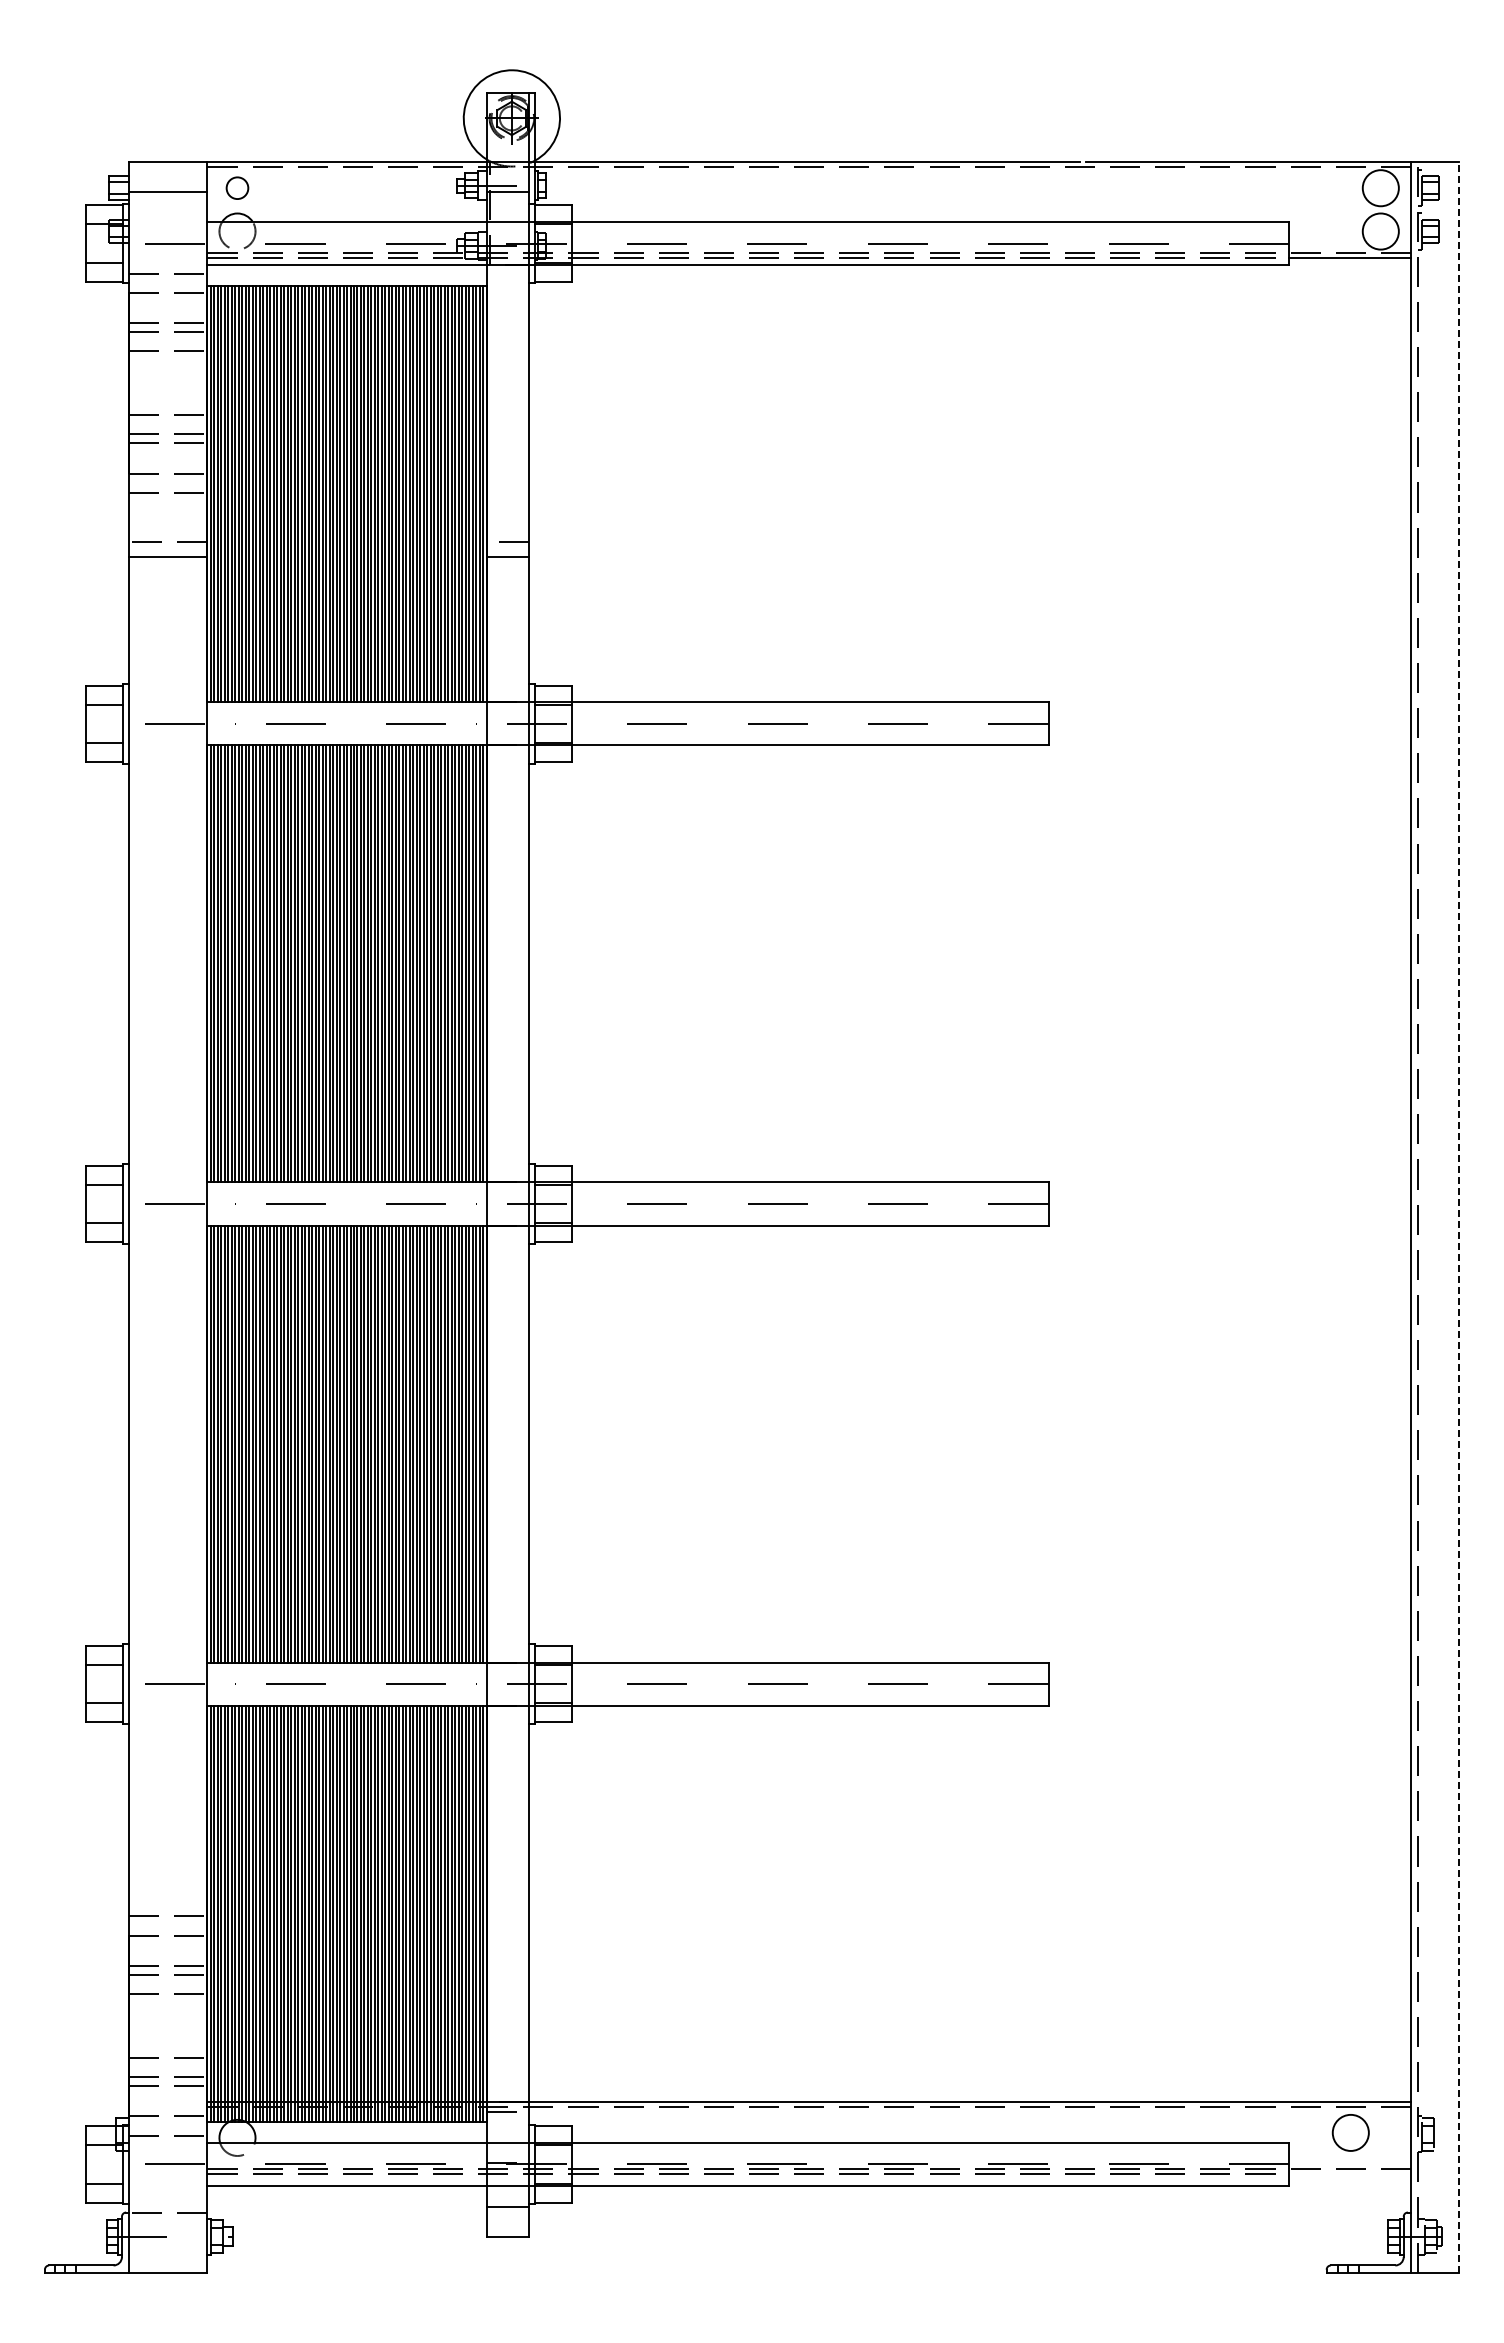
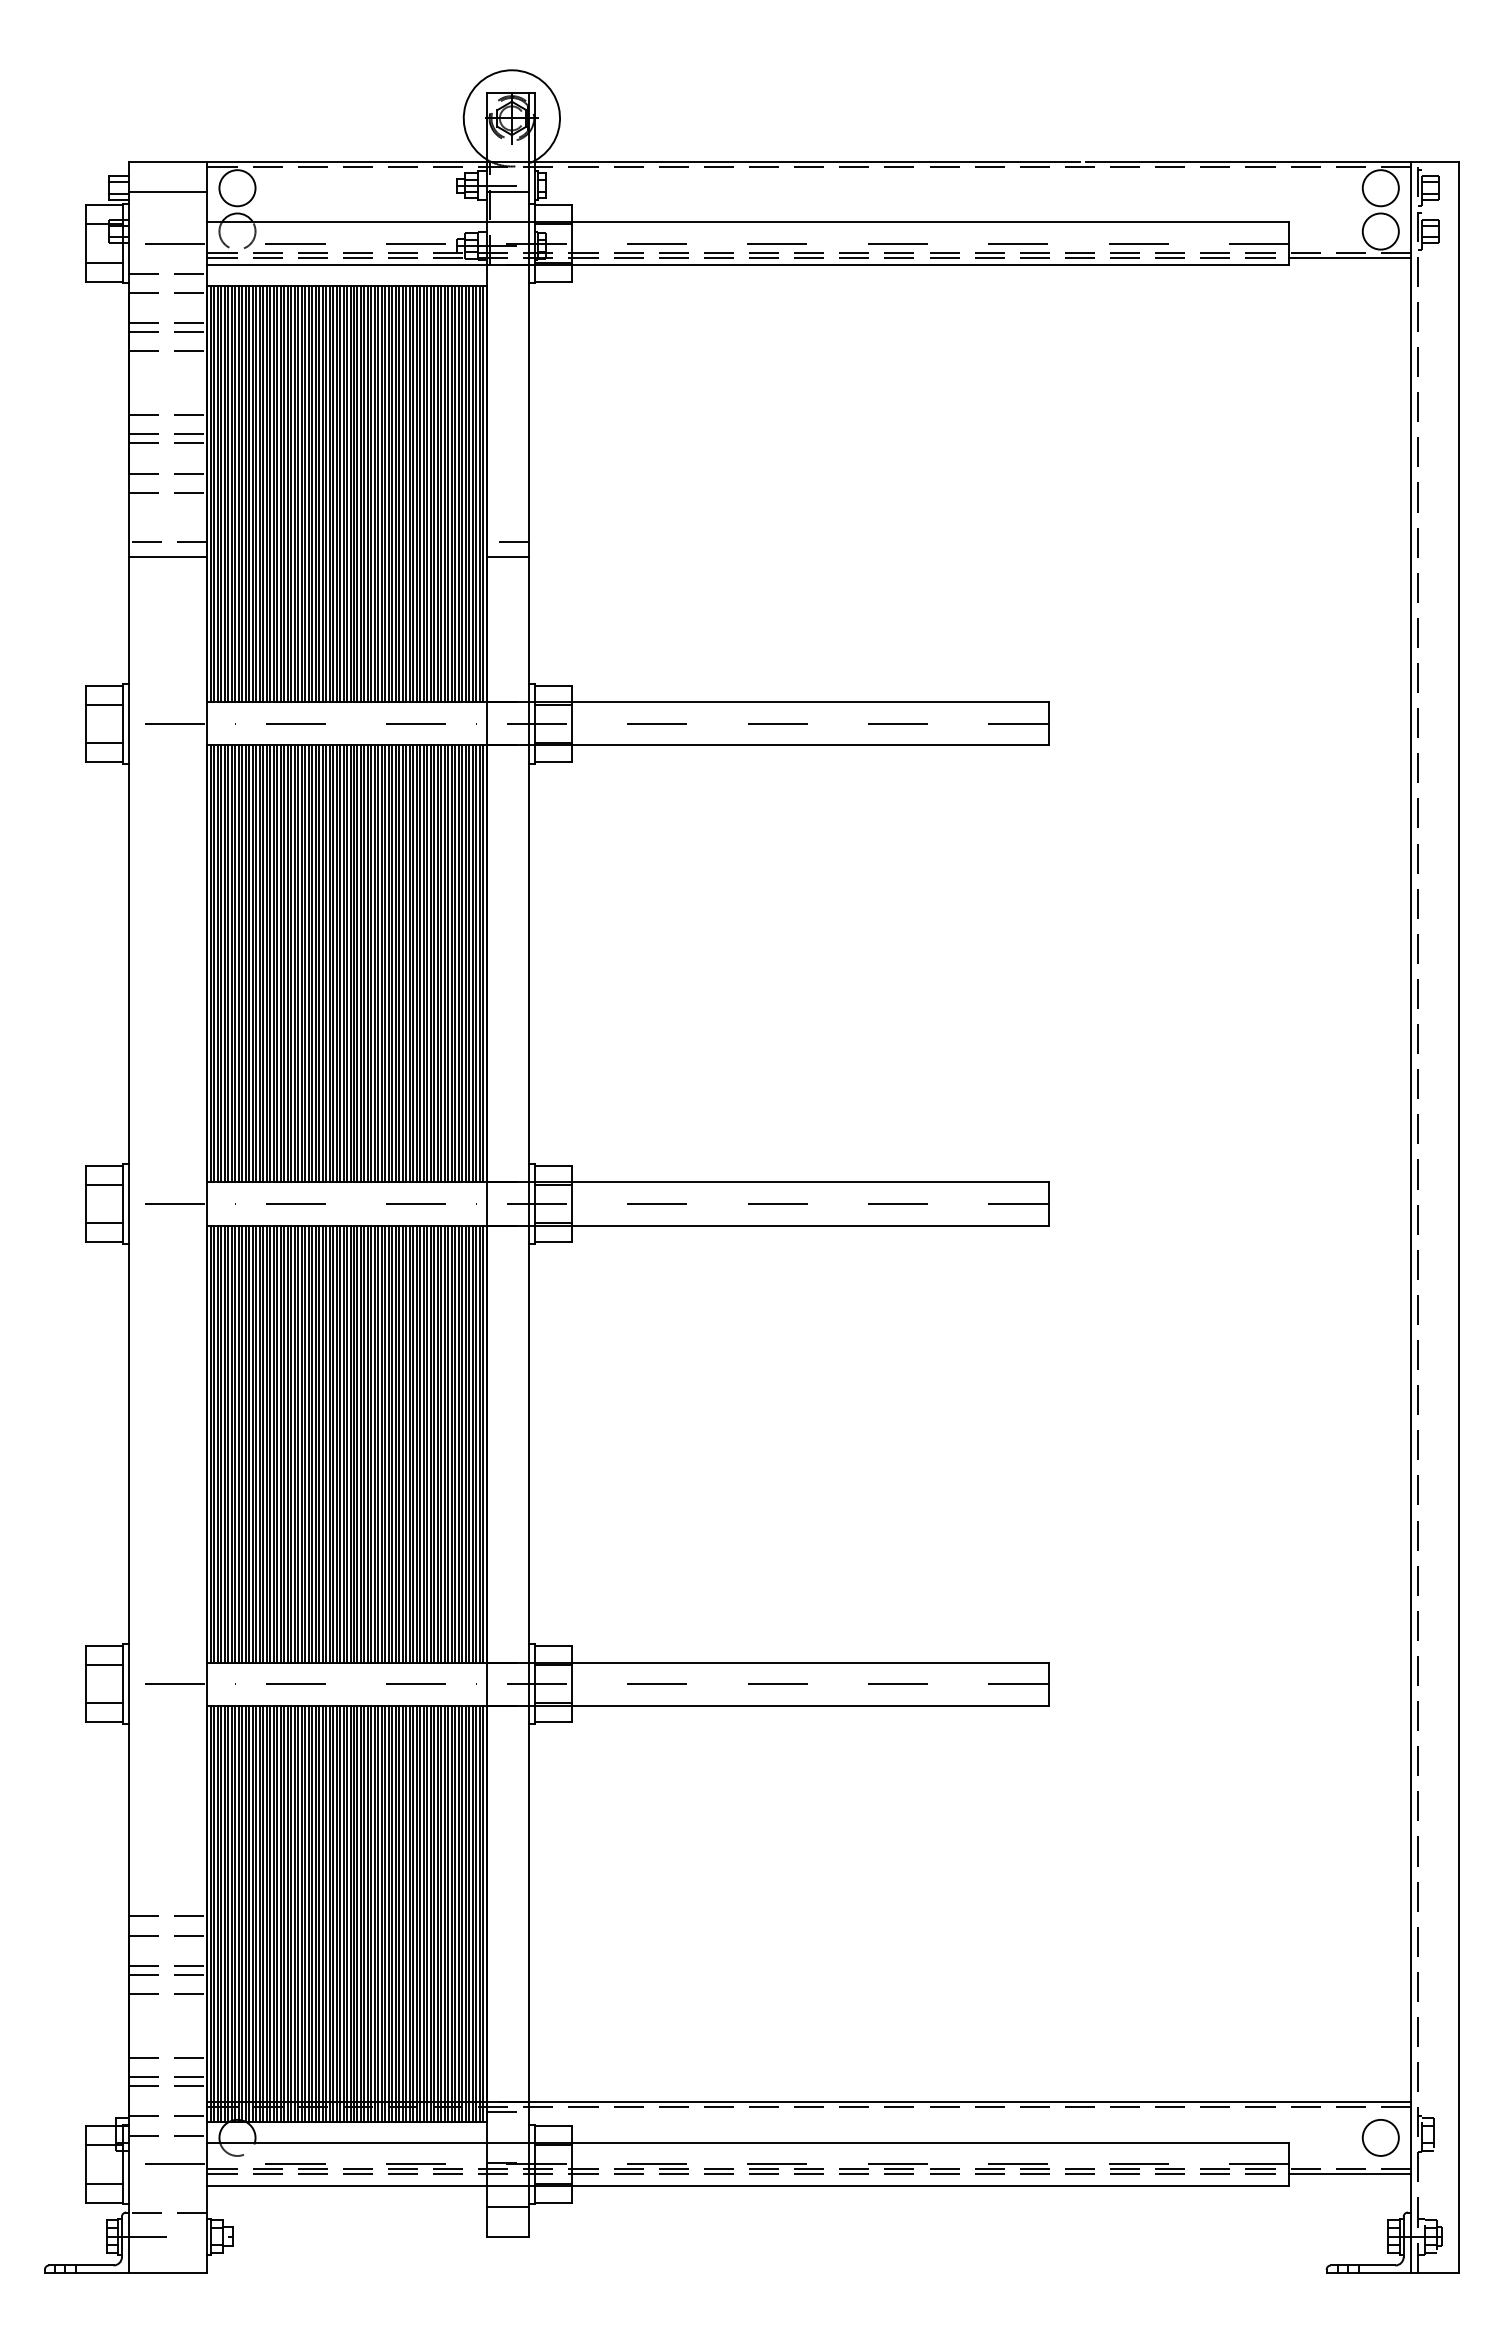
circle at (237, 188) diameter: 22 px -> 36 px
line at (1459, 1216): dashed -> solid
circle at (1350, 2132) position: (1350, 2132) -> (1380, 2137)
line at (1349, 2174): none -> present
